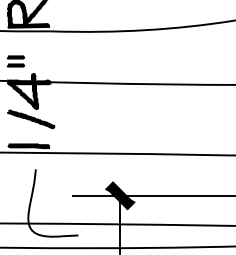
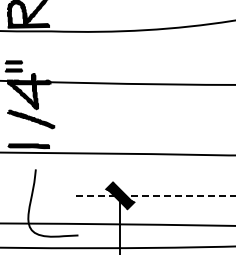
part at (15, 61) position: (15, 61) -> (13, 66)
line at (153, 195): solid -> dashed
